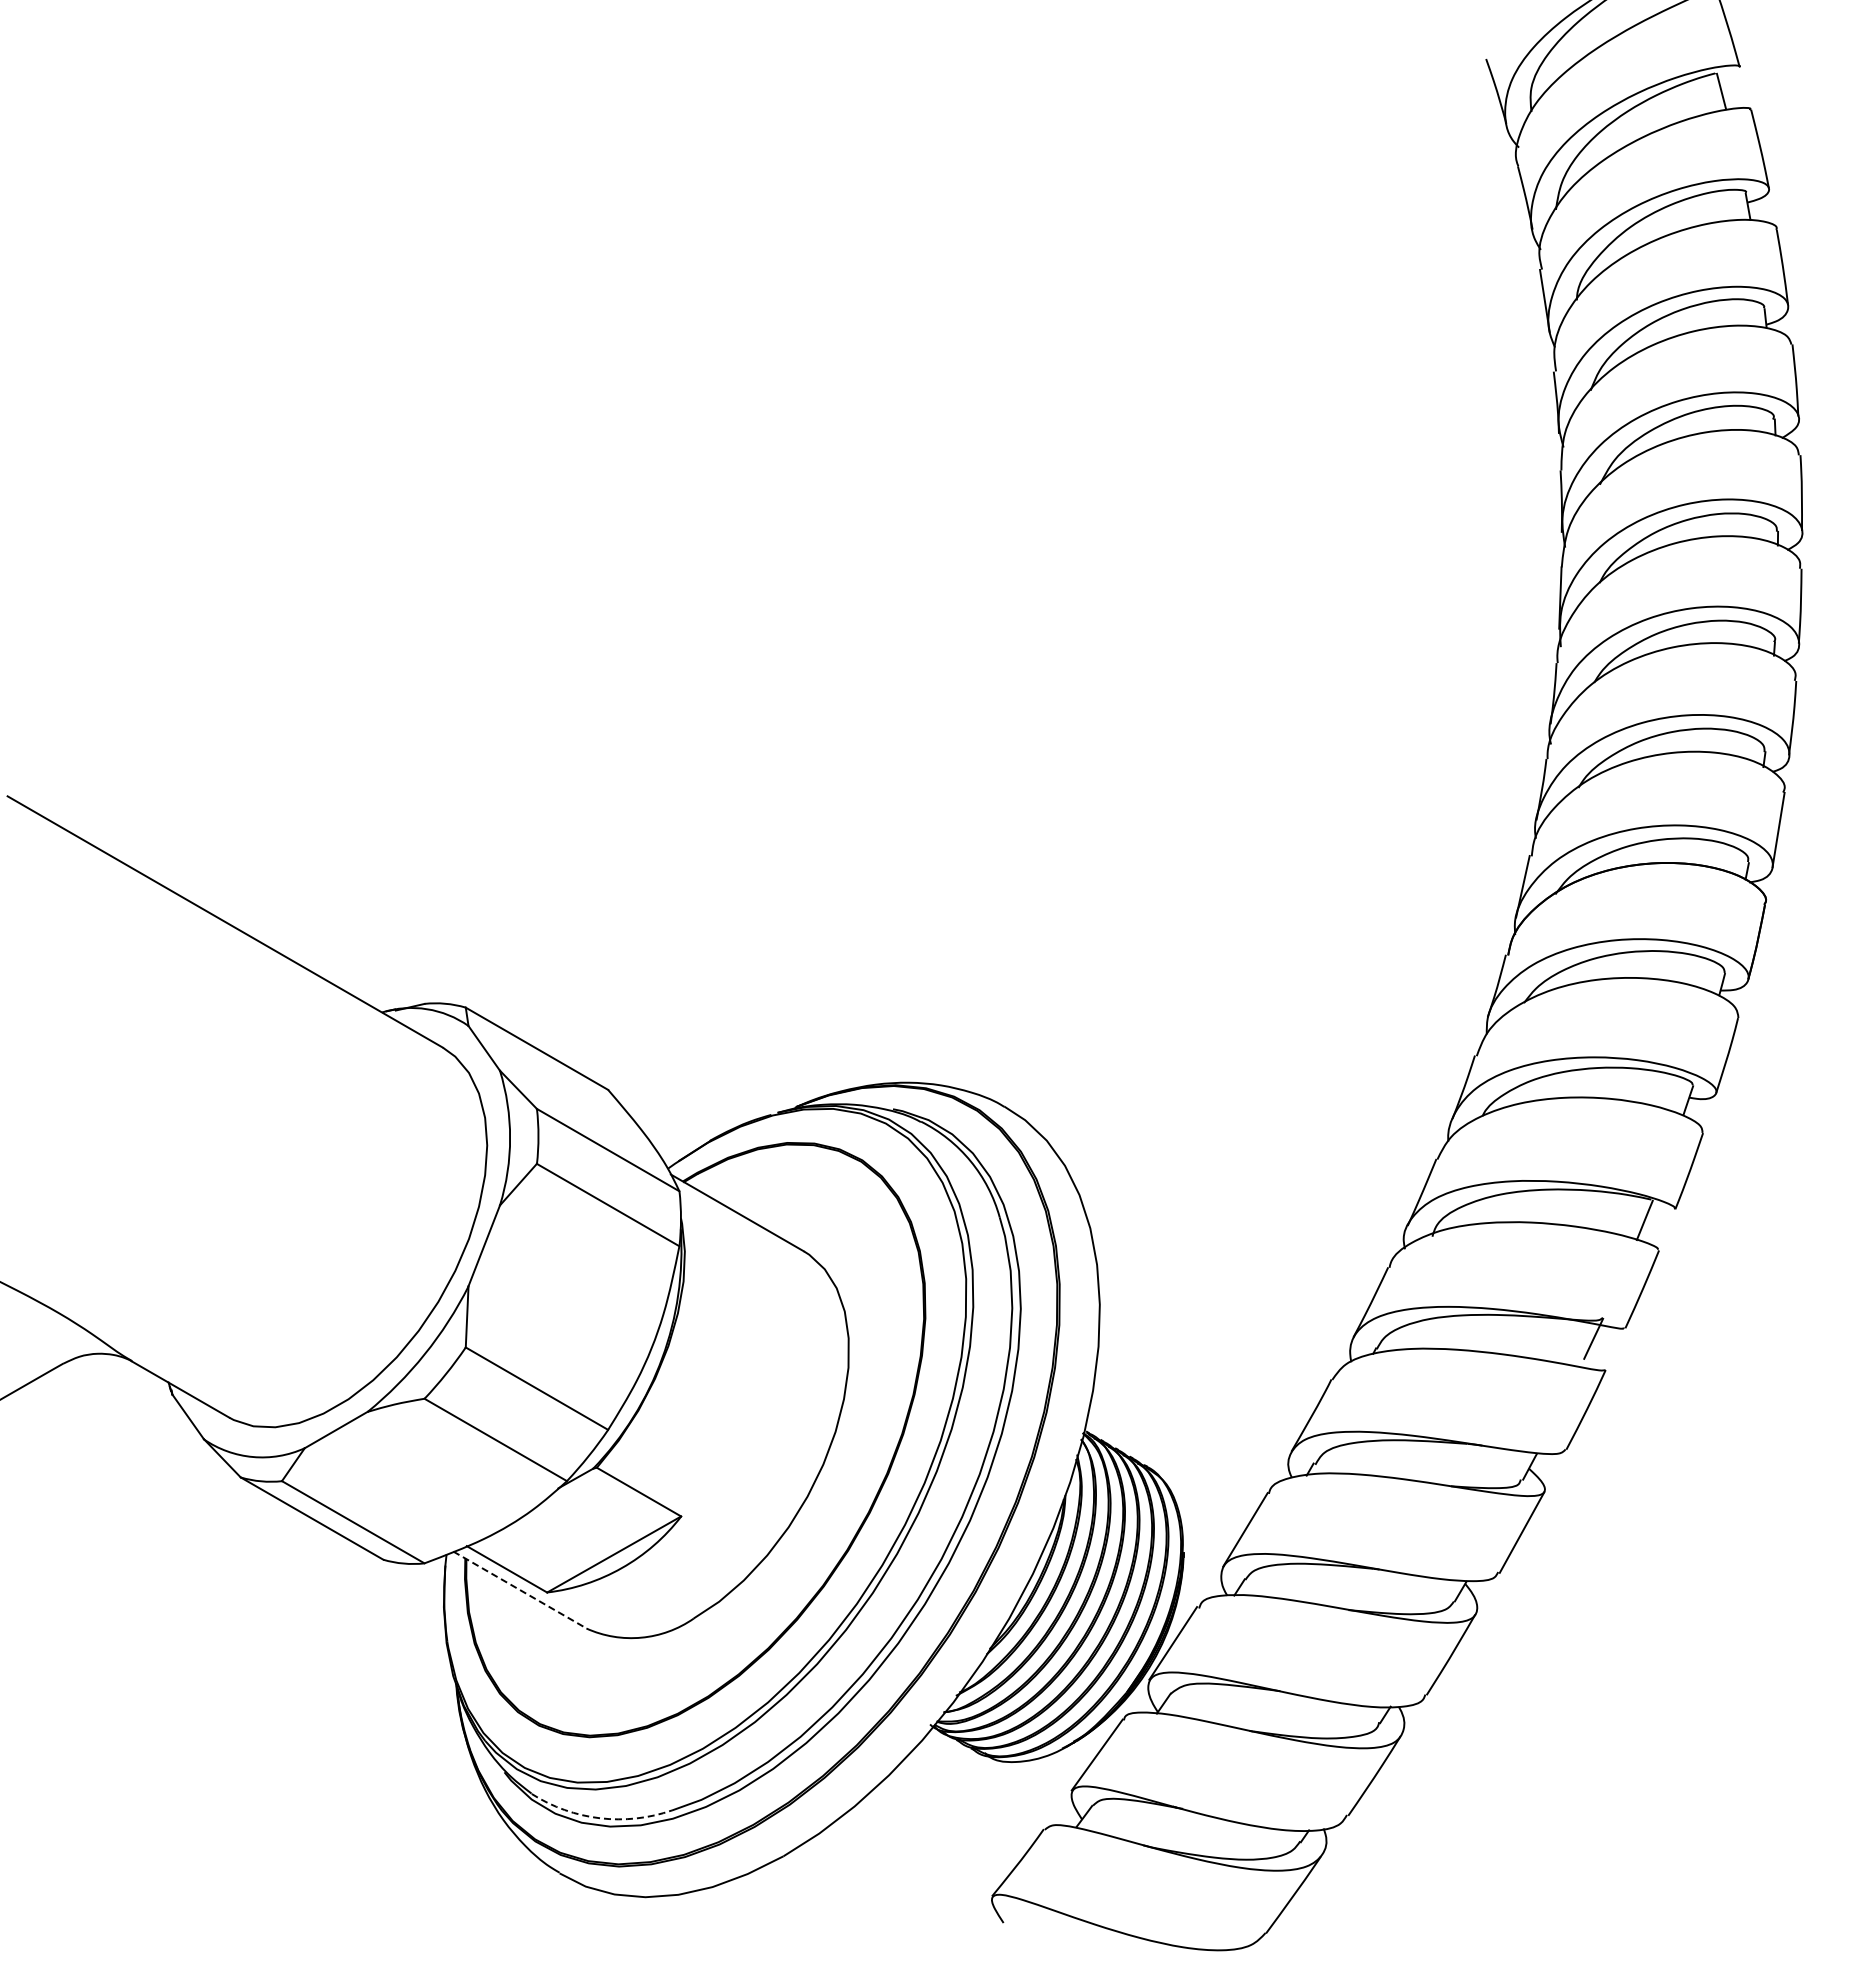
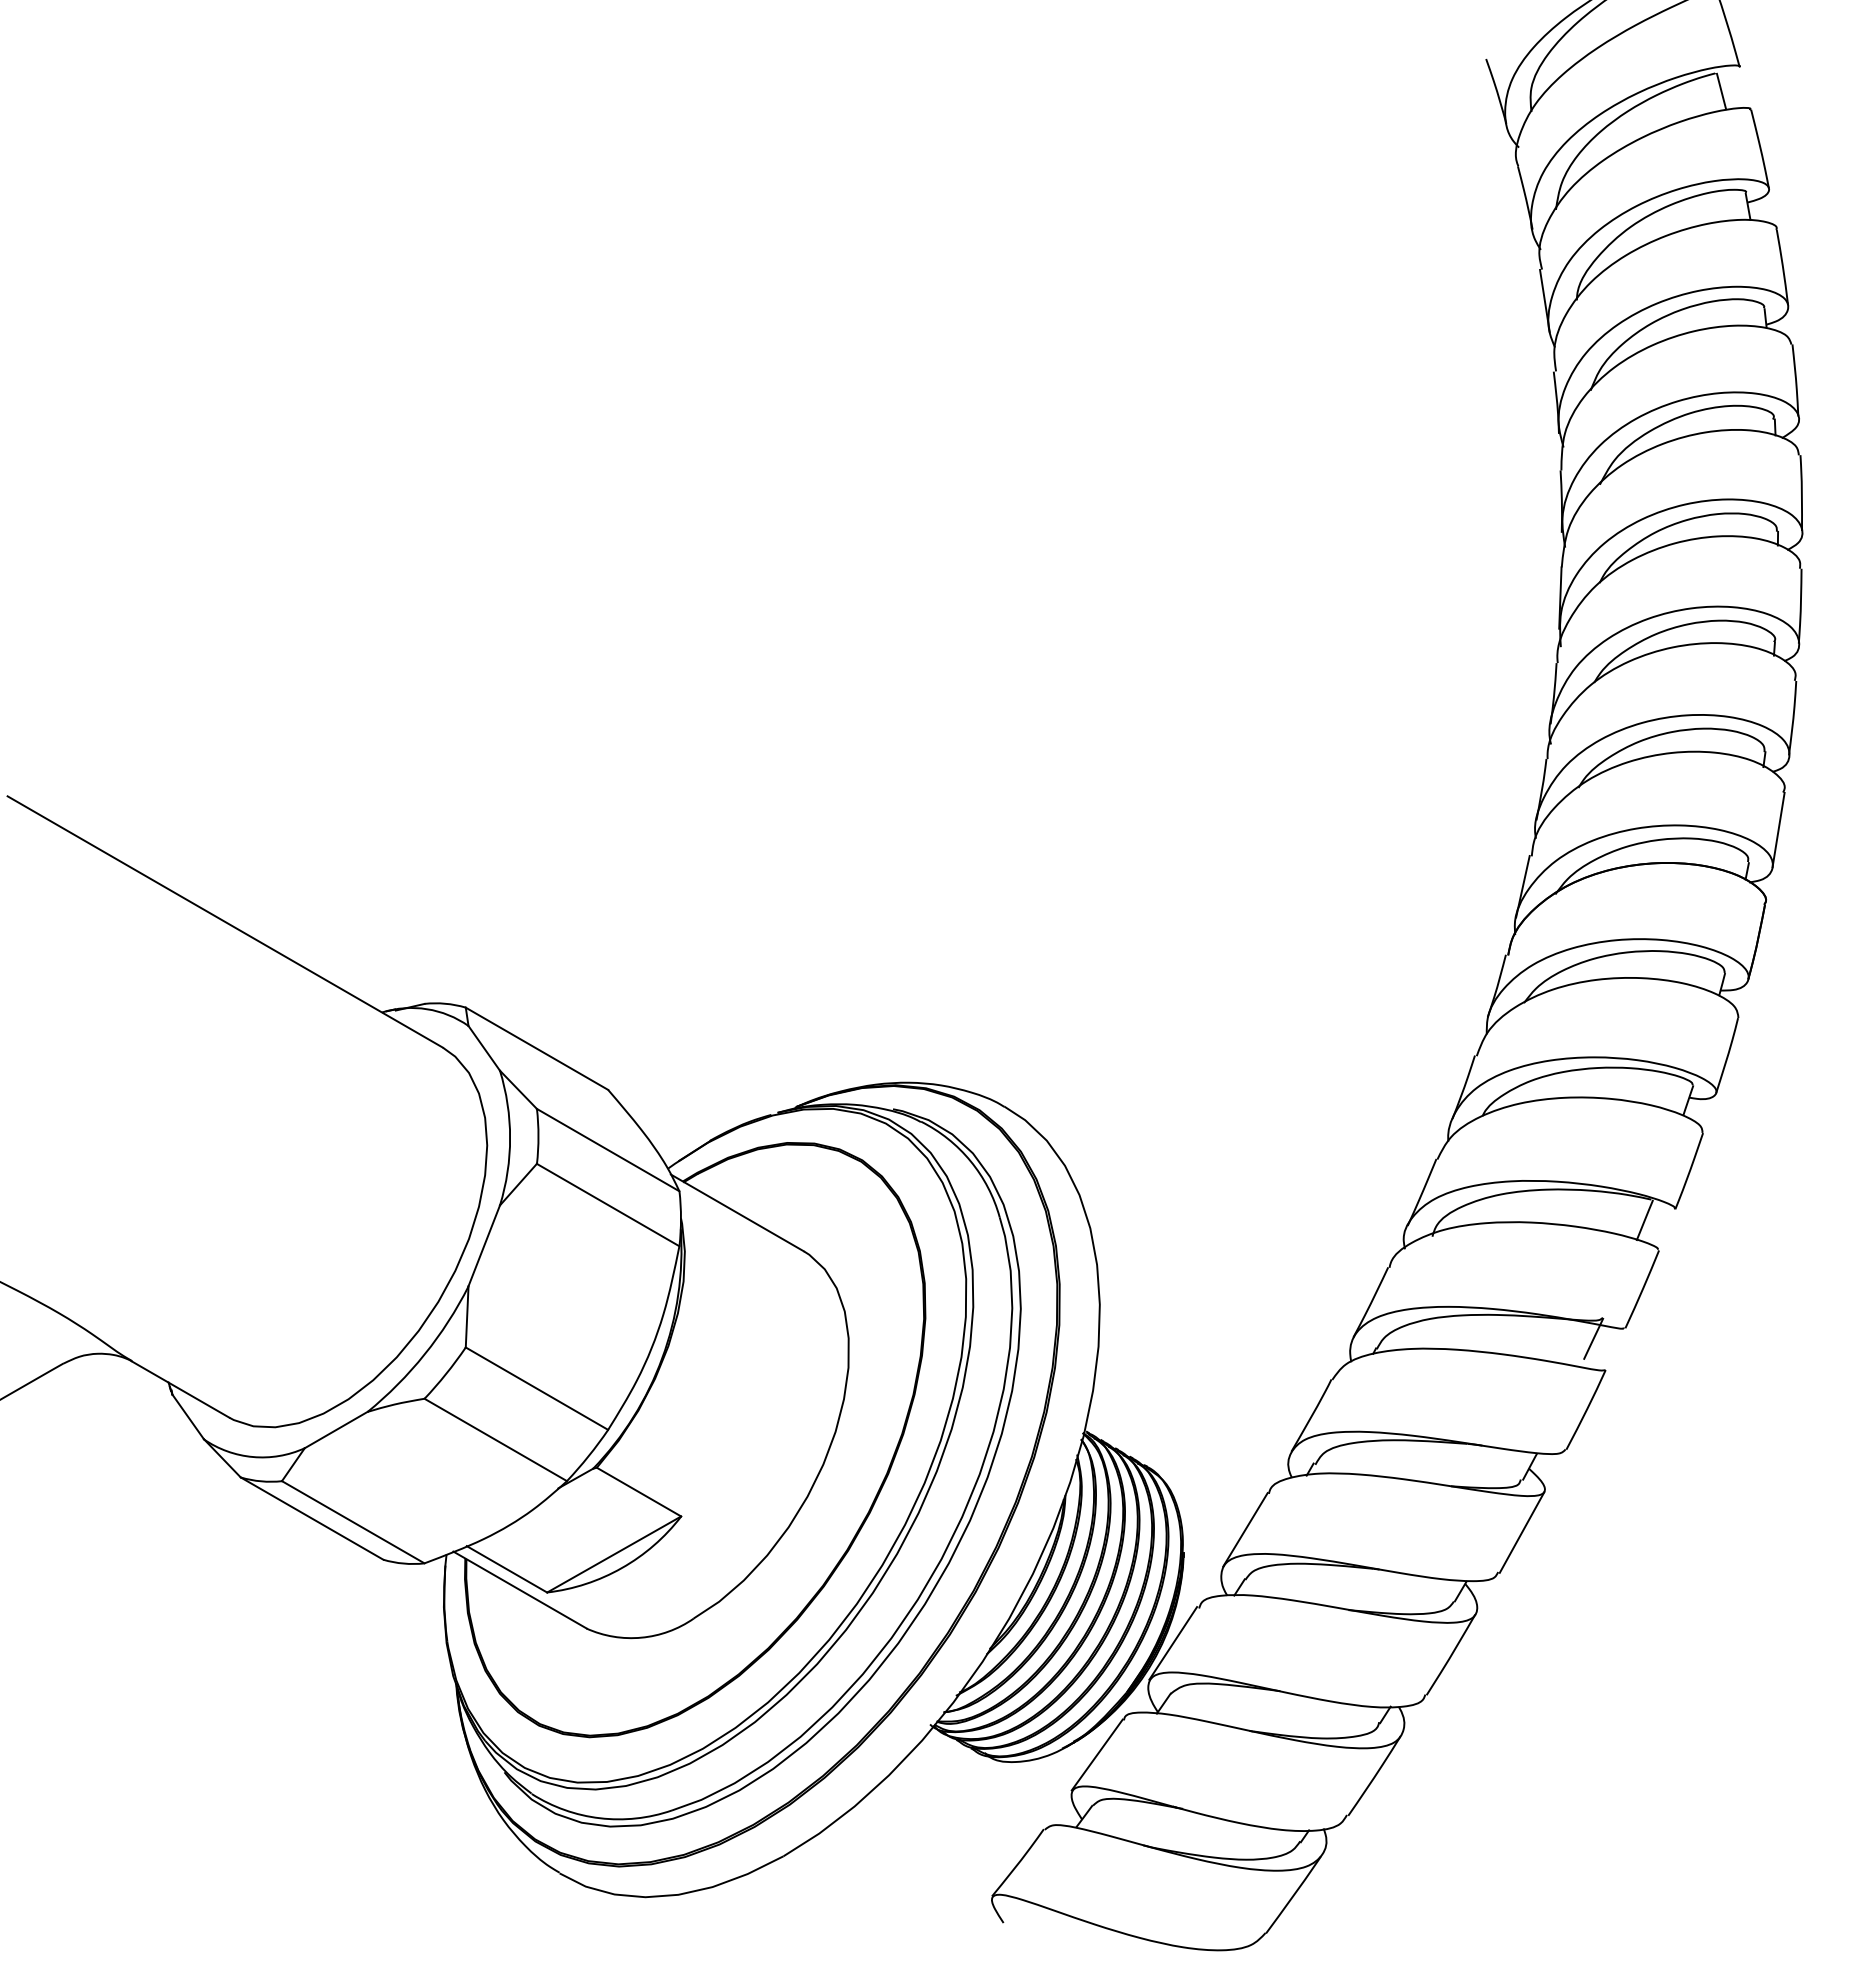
line at (519, 1589): dashed -> solid
arc at (600, 1818): dashed -> solid
